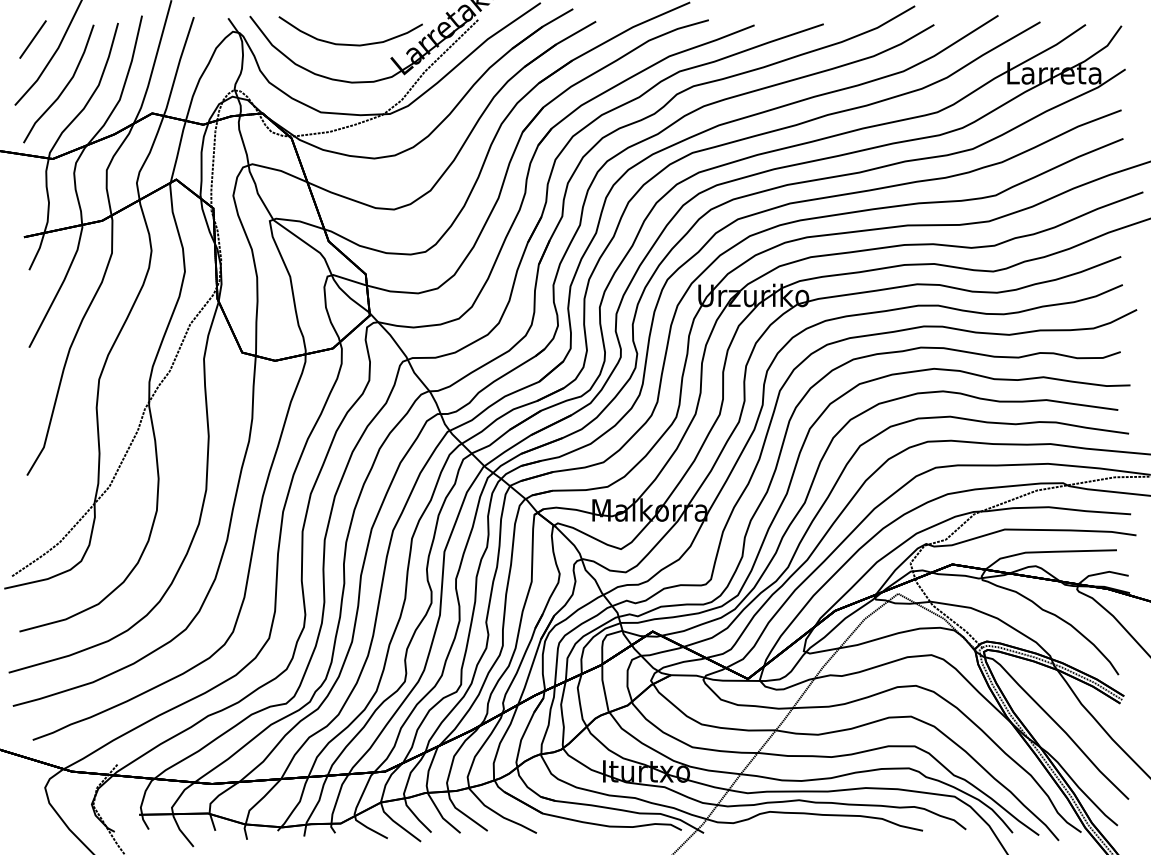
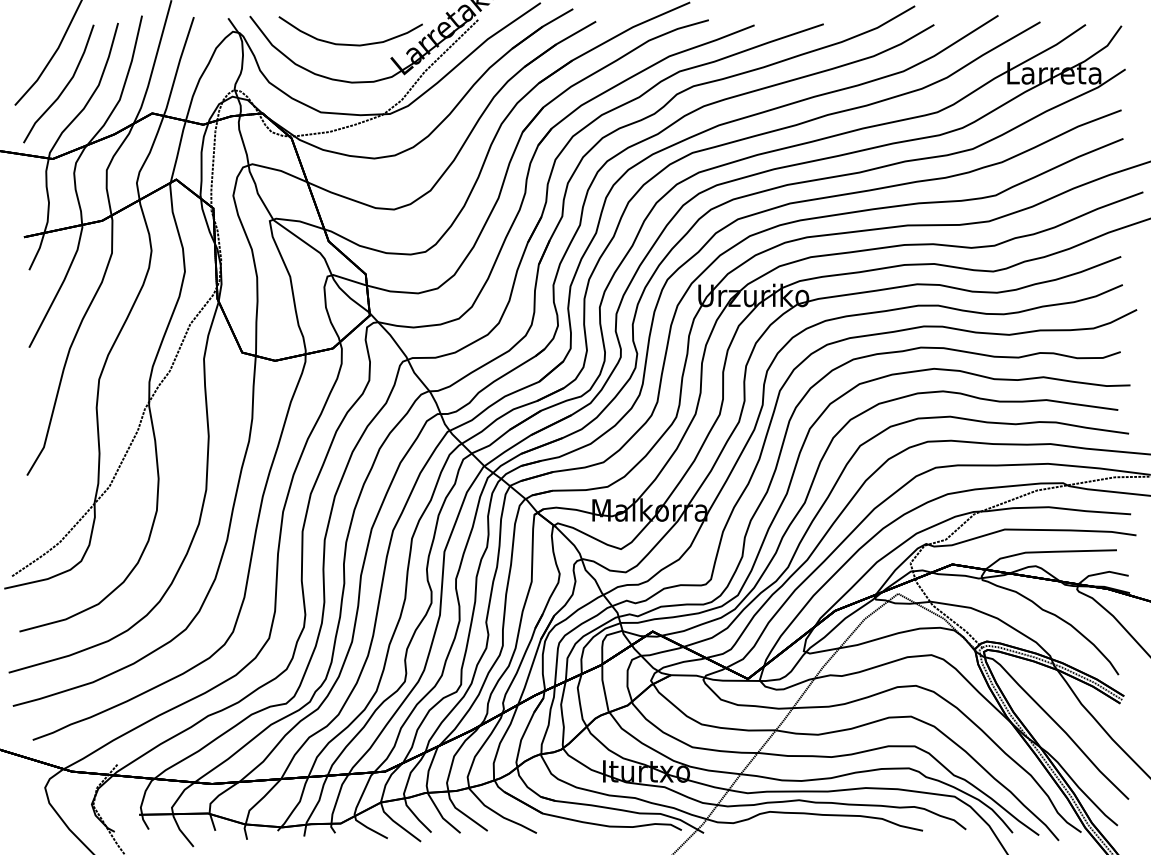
line at (32, 39): present -> none
